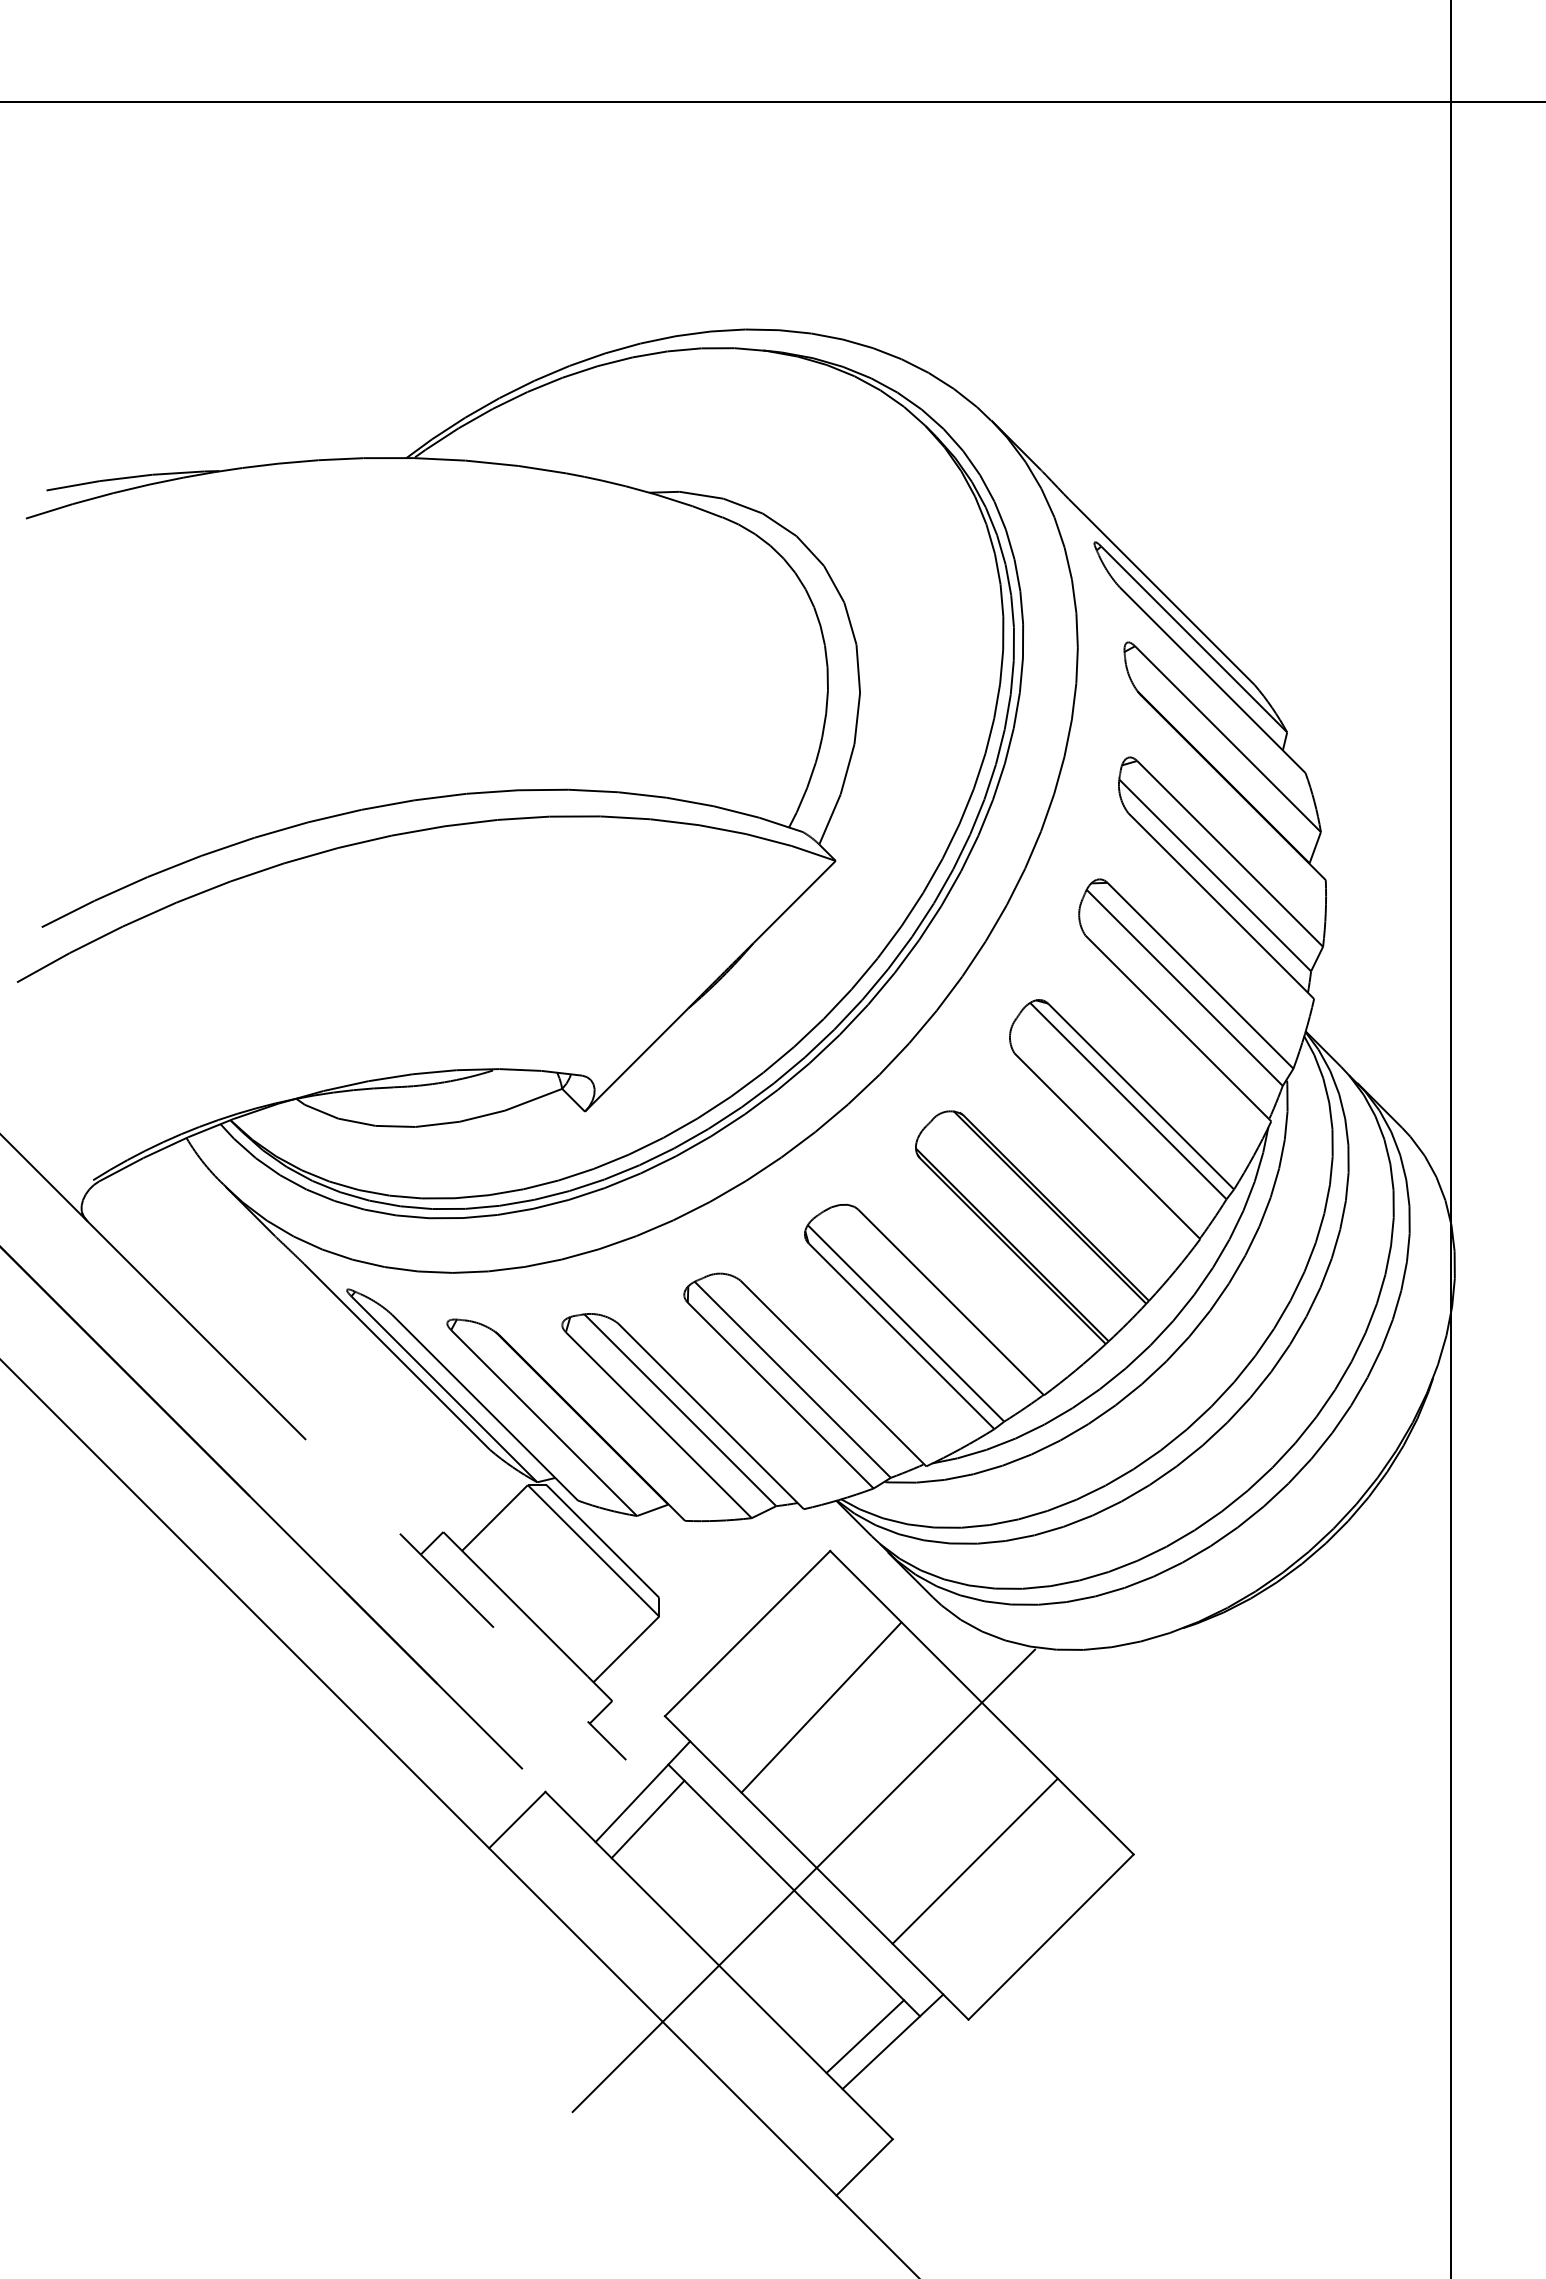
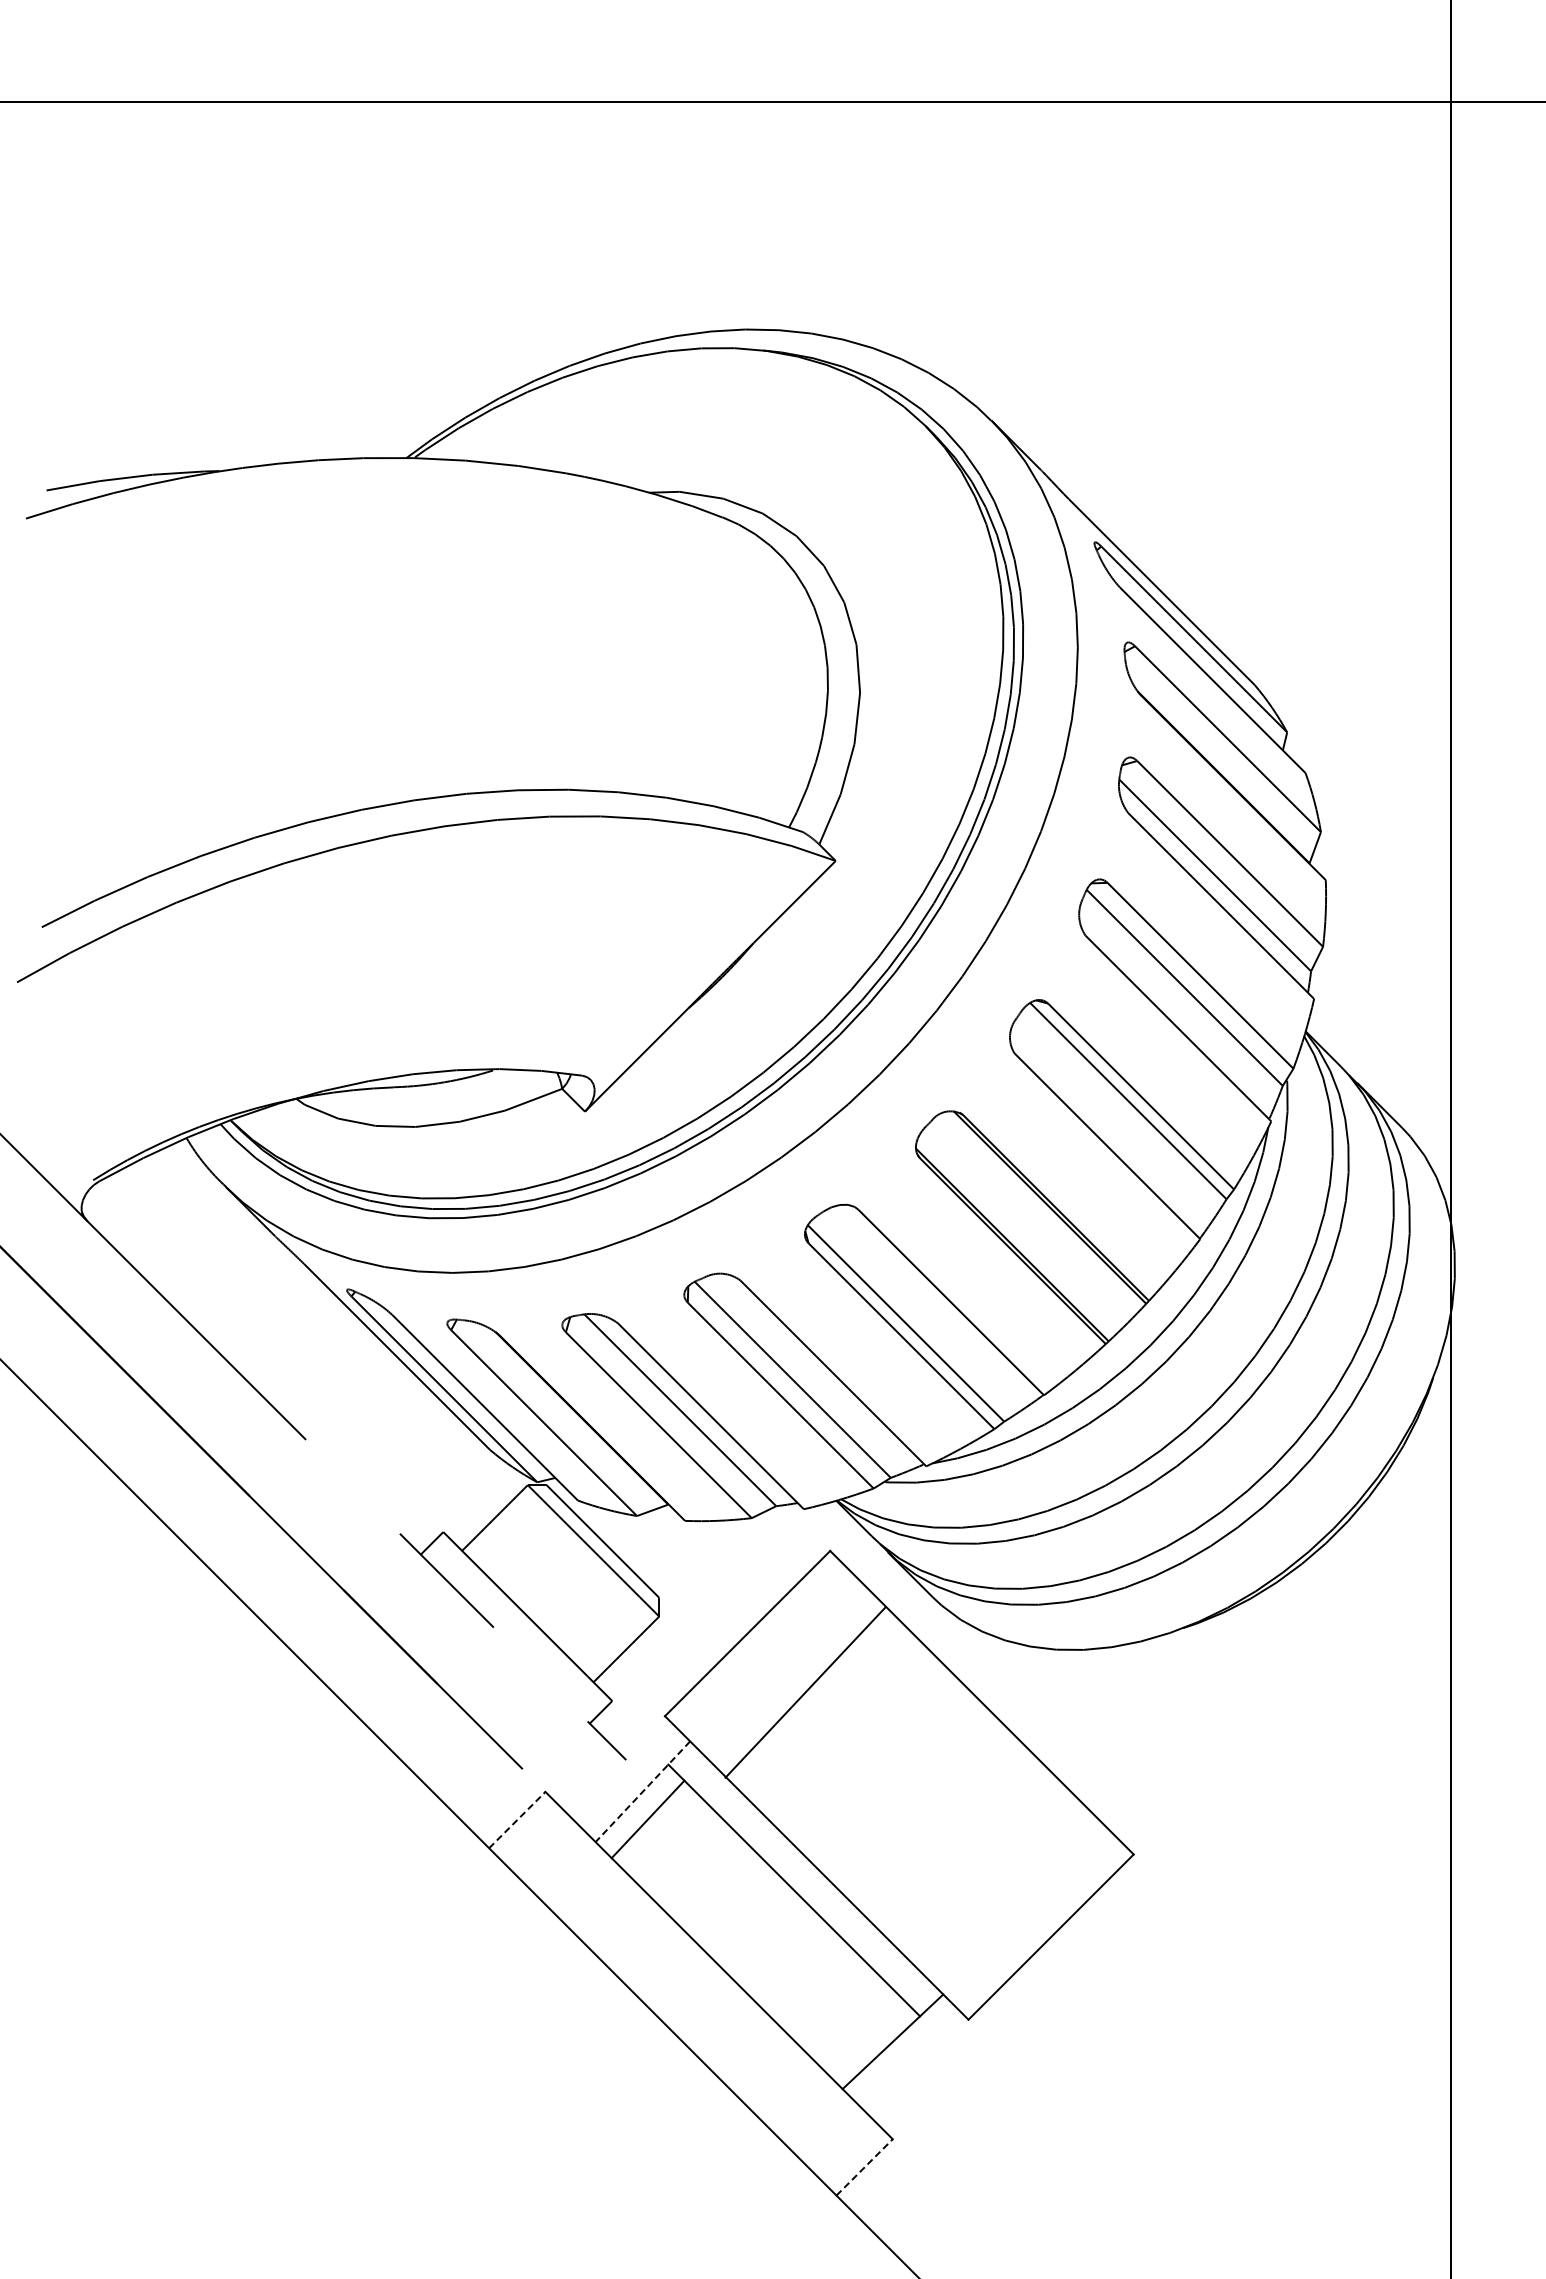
line at (821, 1707) position: (821, 1707) -> (805, 1692)
line at (642, 1792): solid -> dashed
line at (517, 1820): solid -> dashed
line at (974, 1860): present -> none
line at (803, 1880): present -> none
line at (865, 2036): present -> none
line at (864, 2167): solid -> dashed
